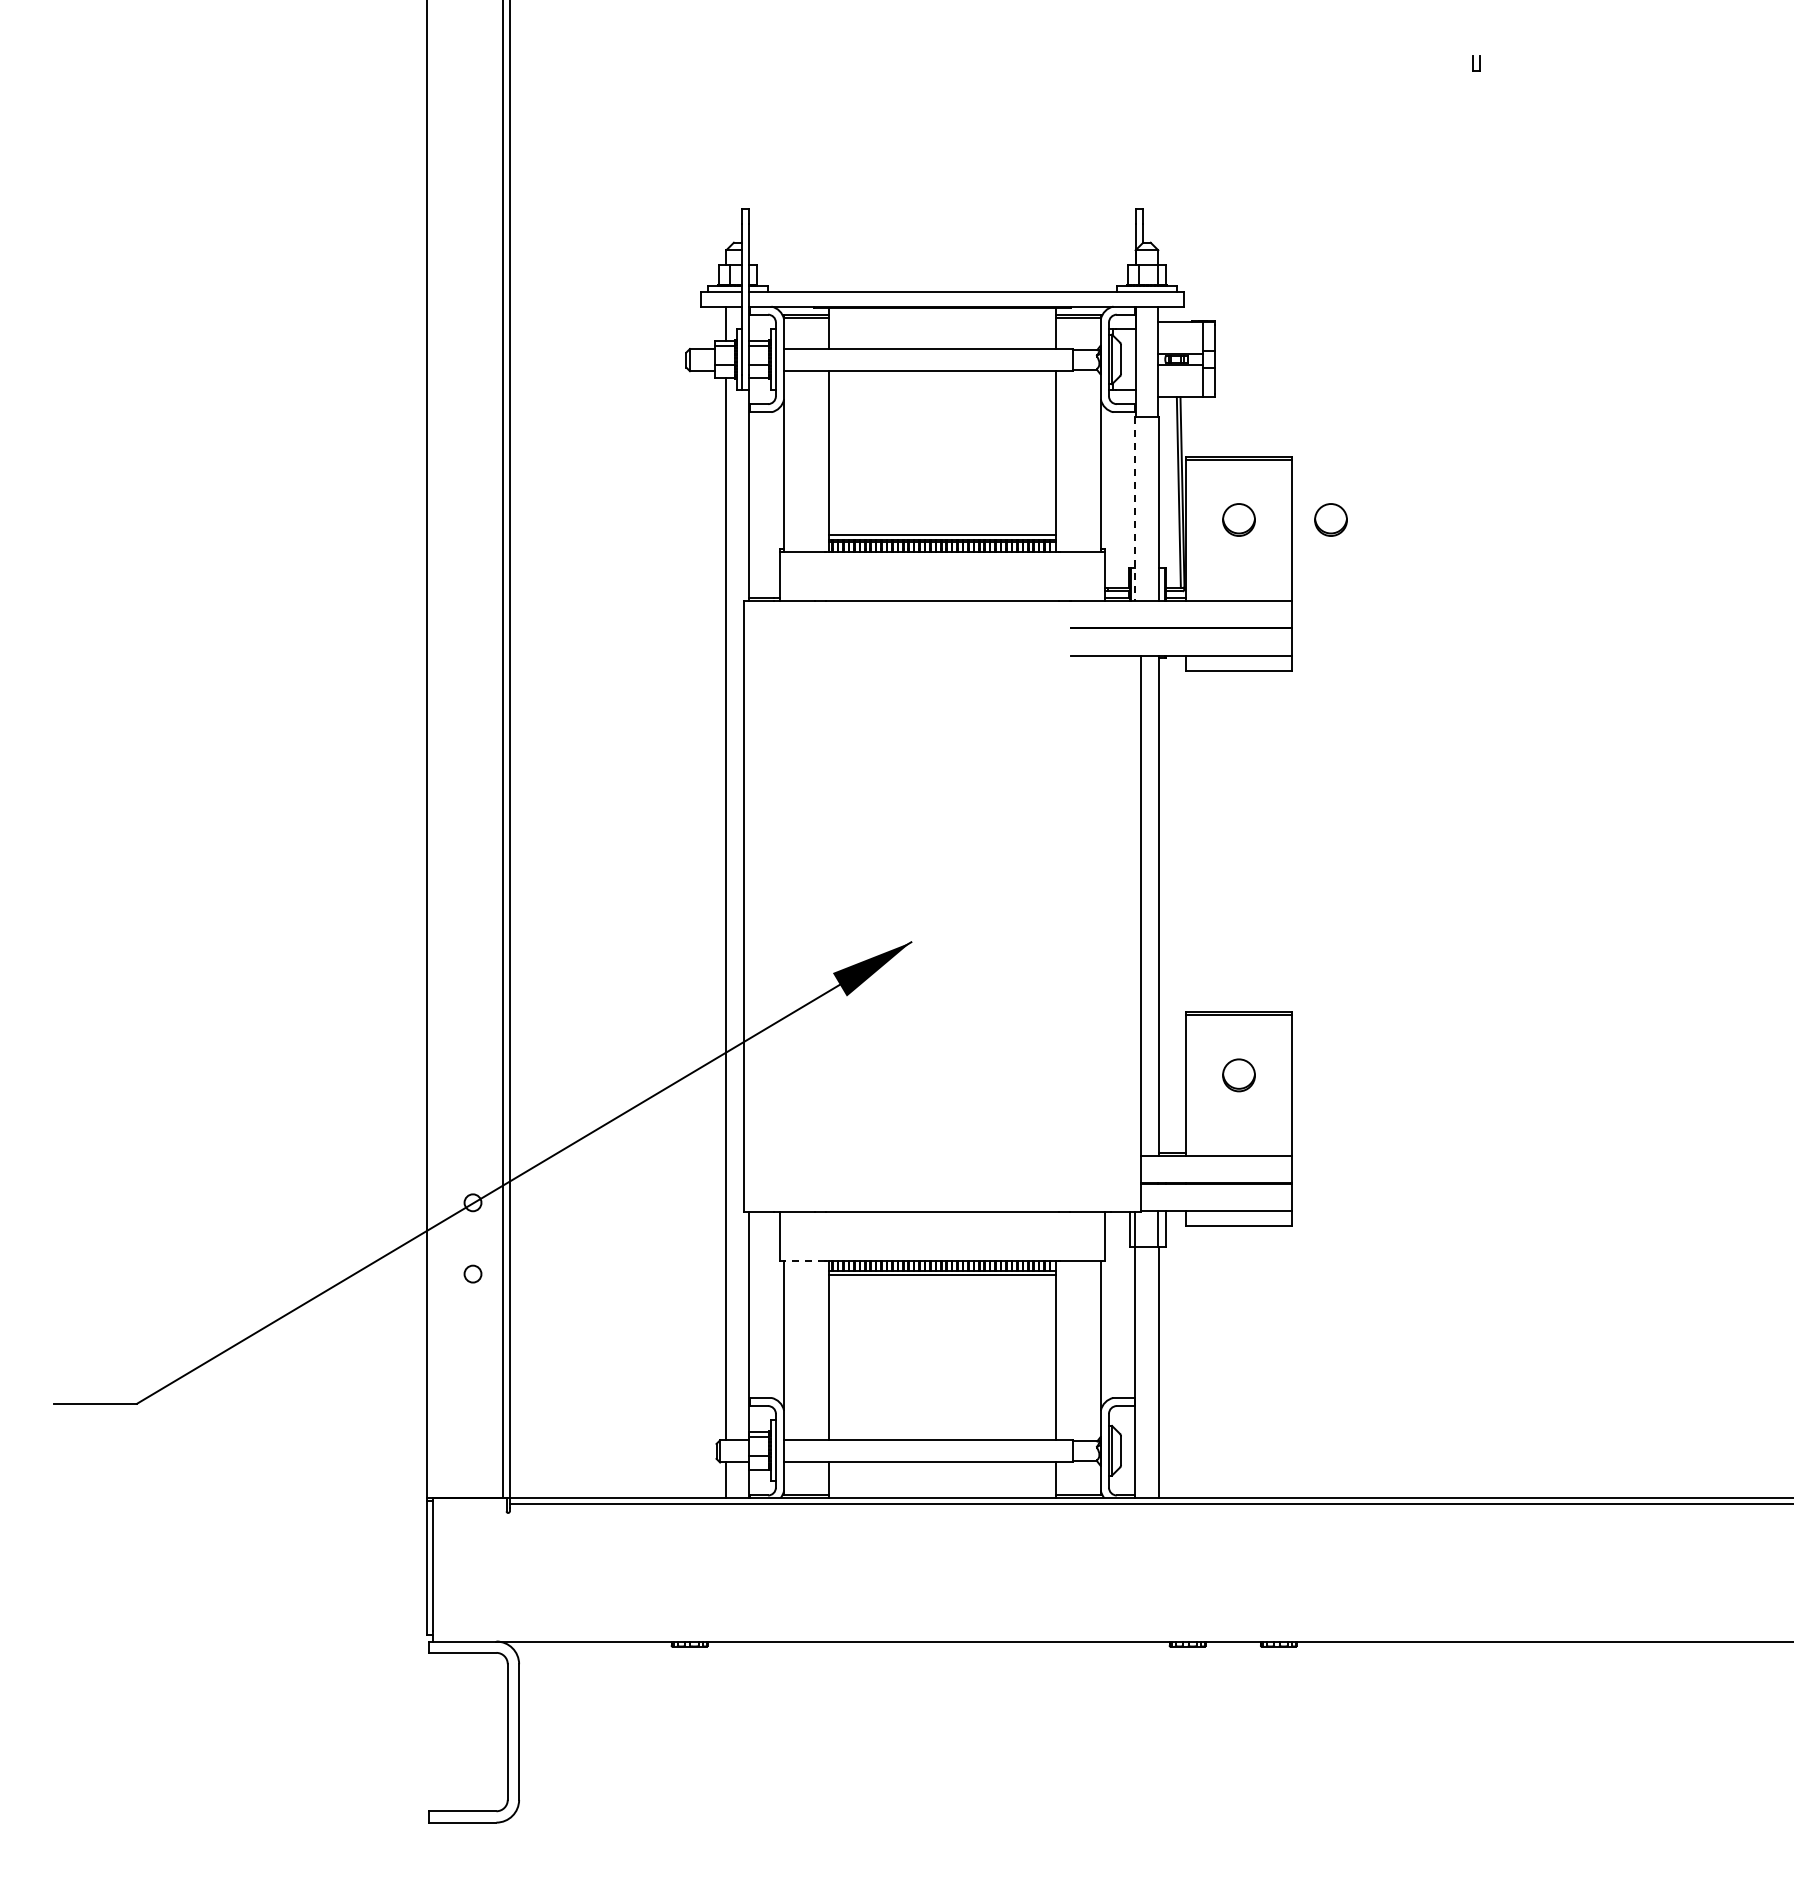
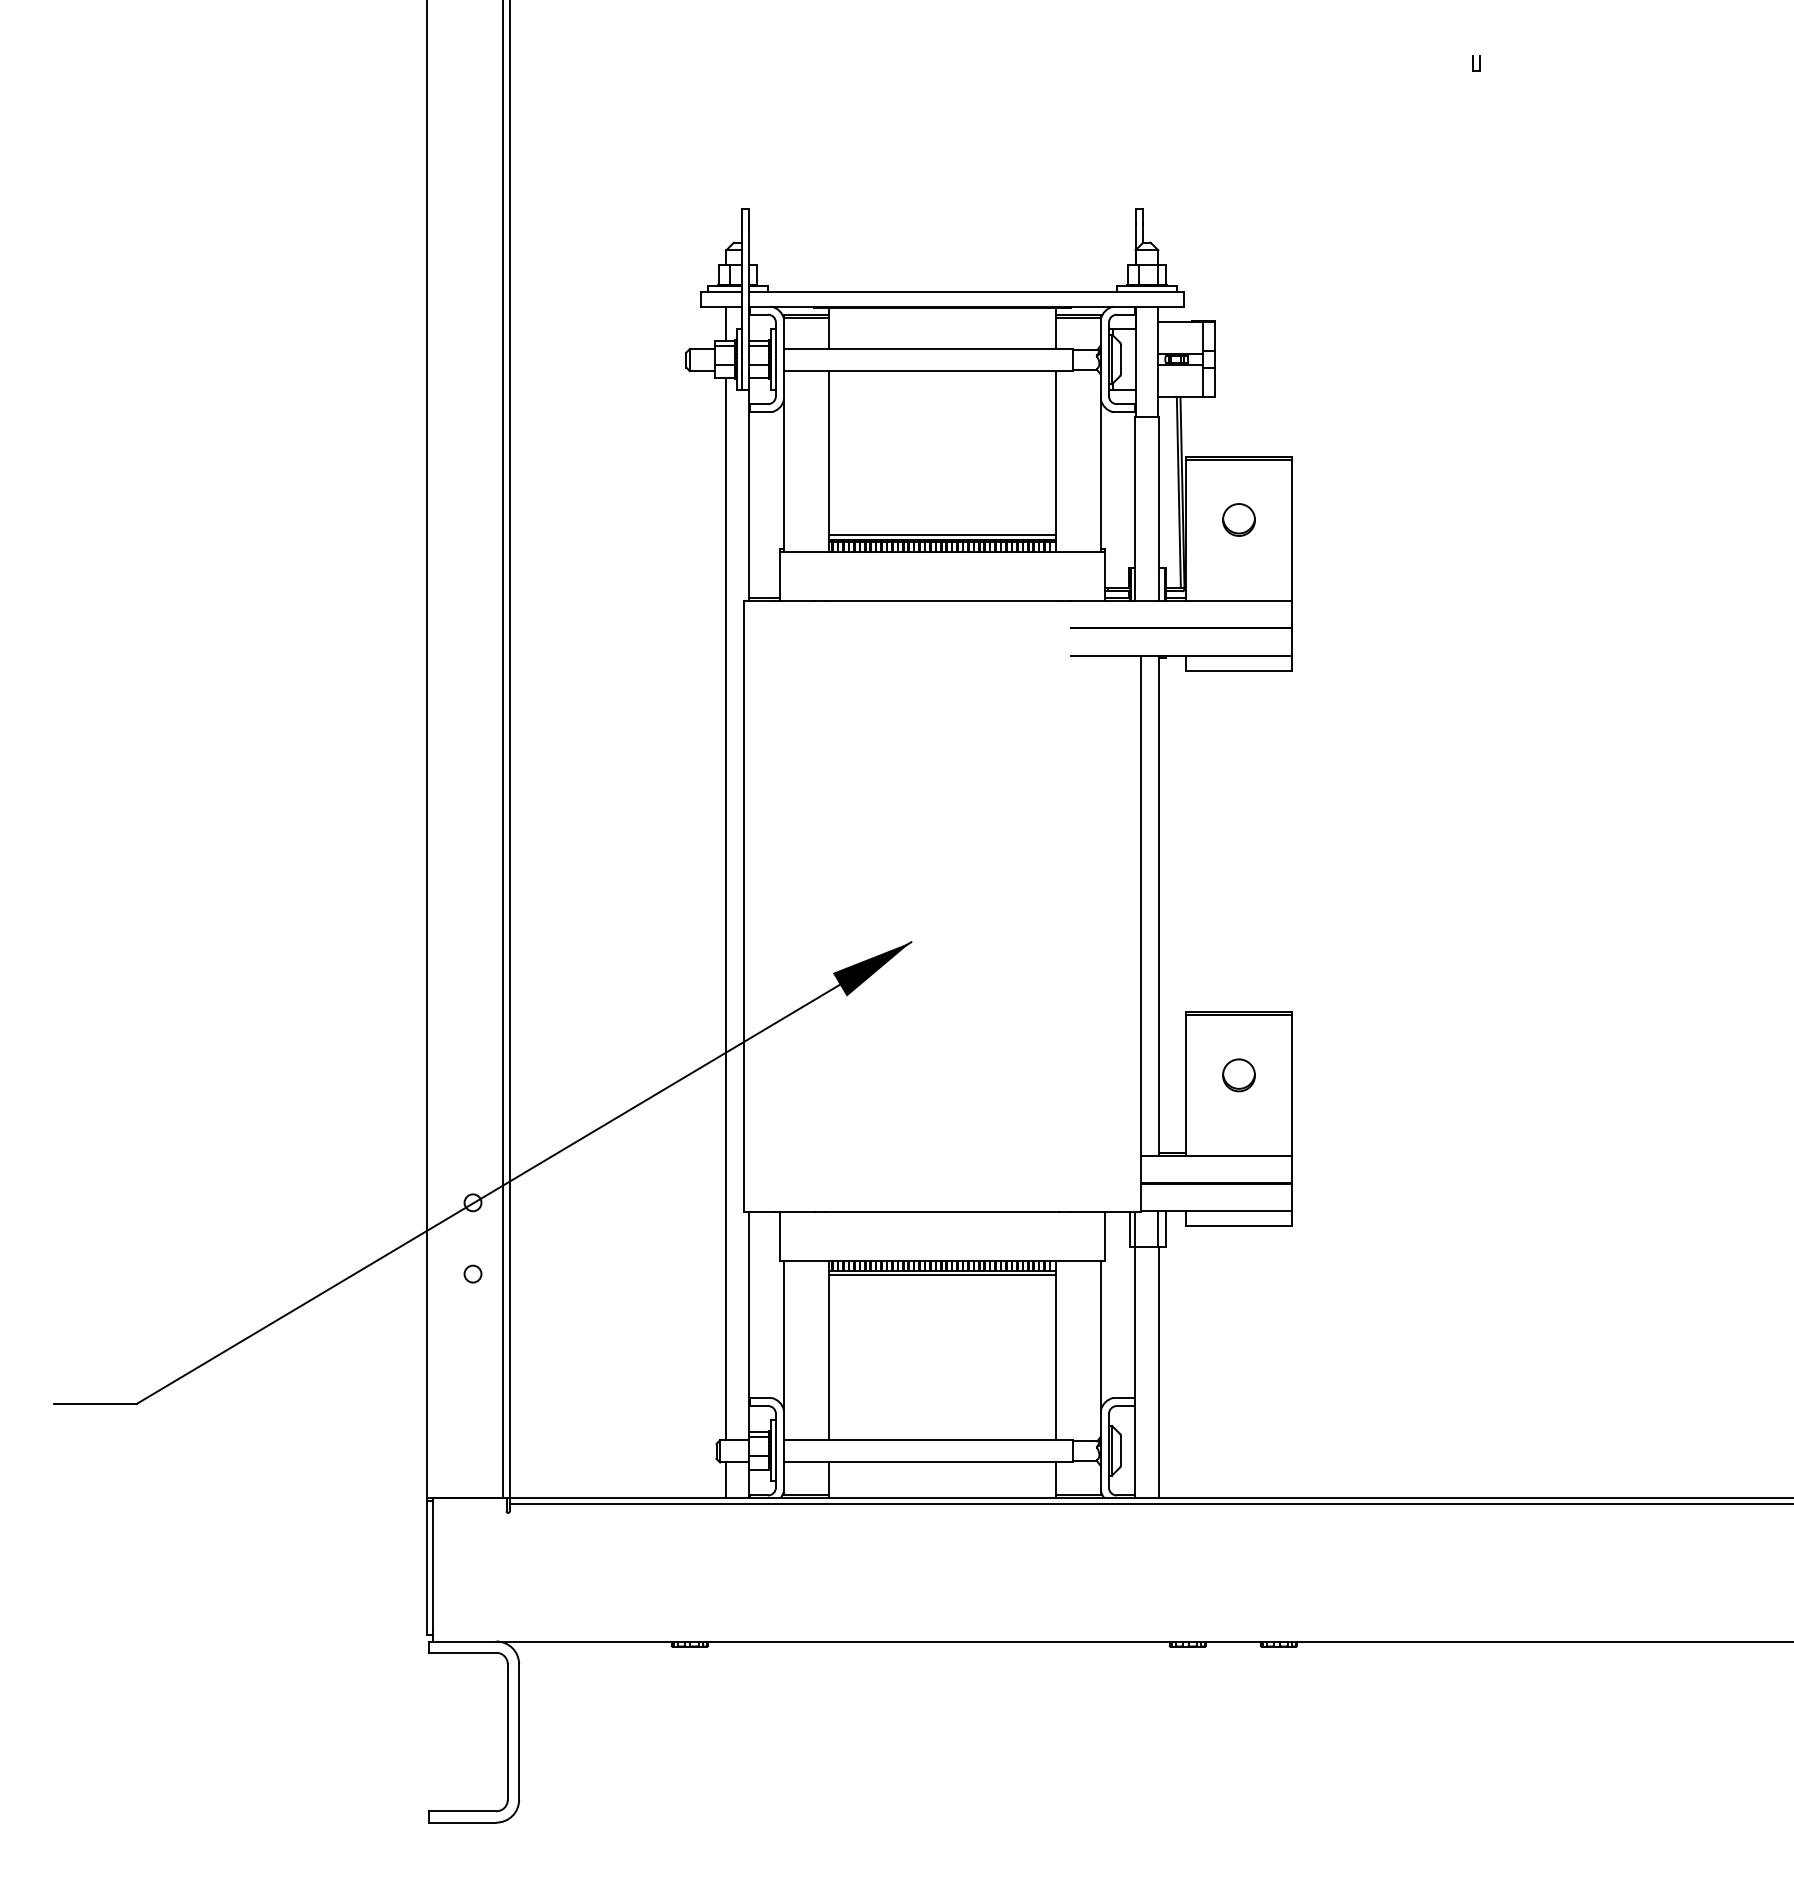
line at (1135, 508): dashed -> solid
part at (1330, 519): present -> none
line at (803, 1261): dashed -> solid
